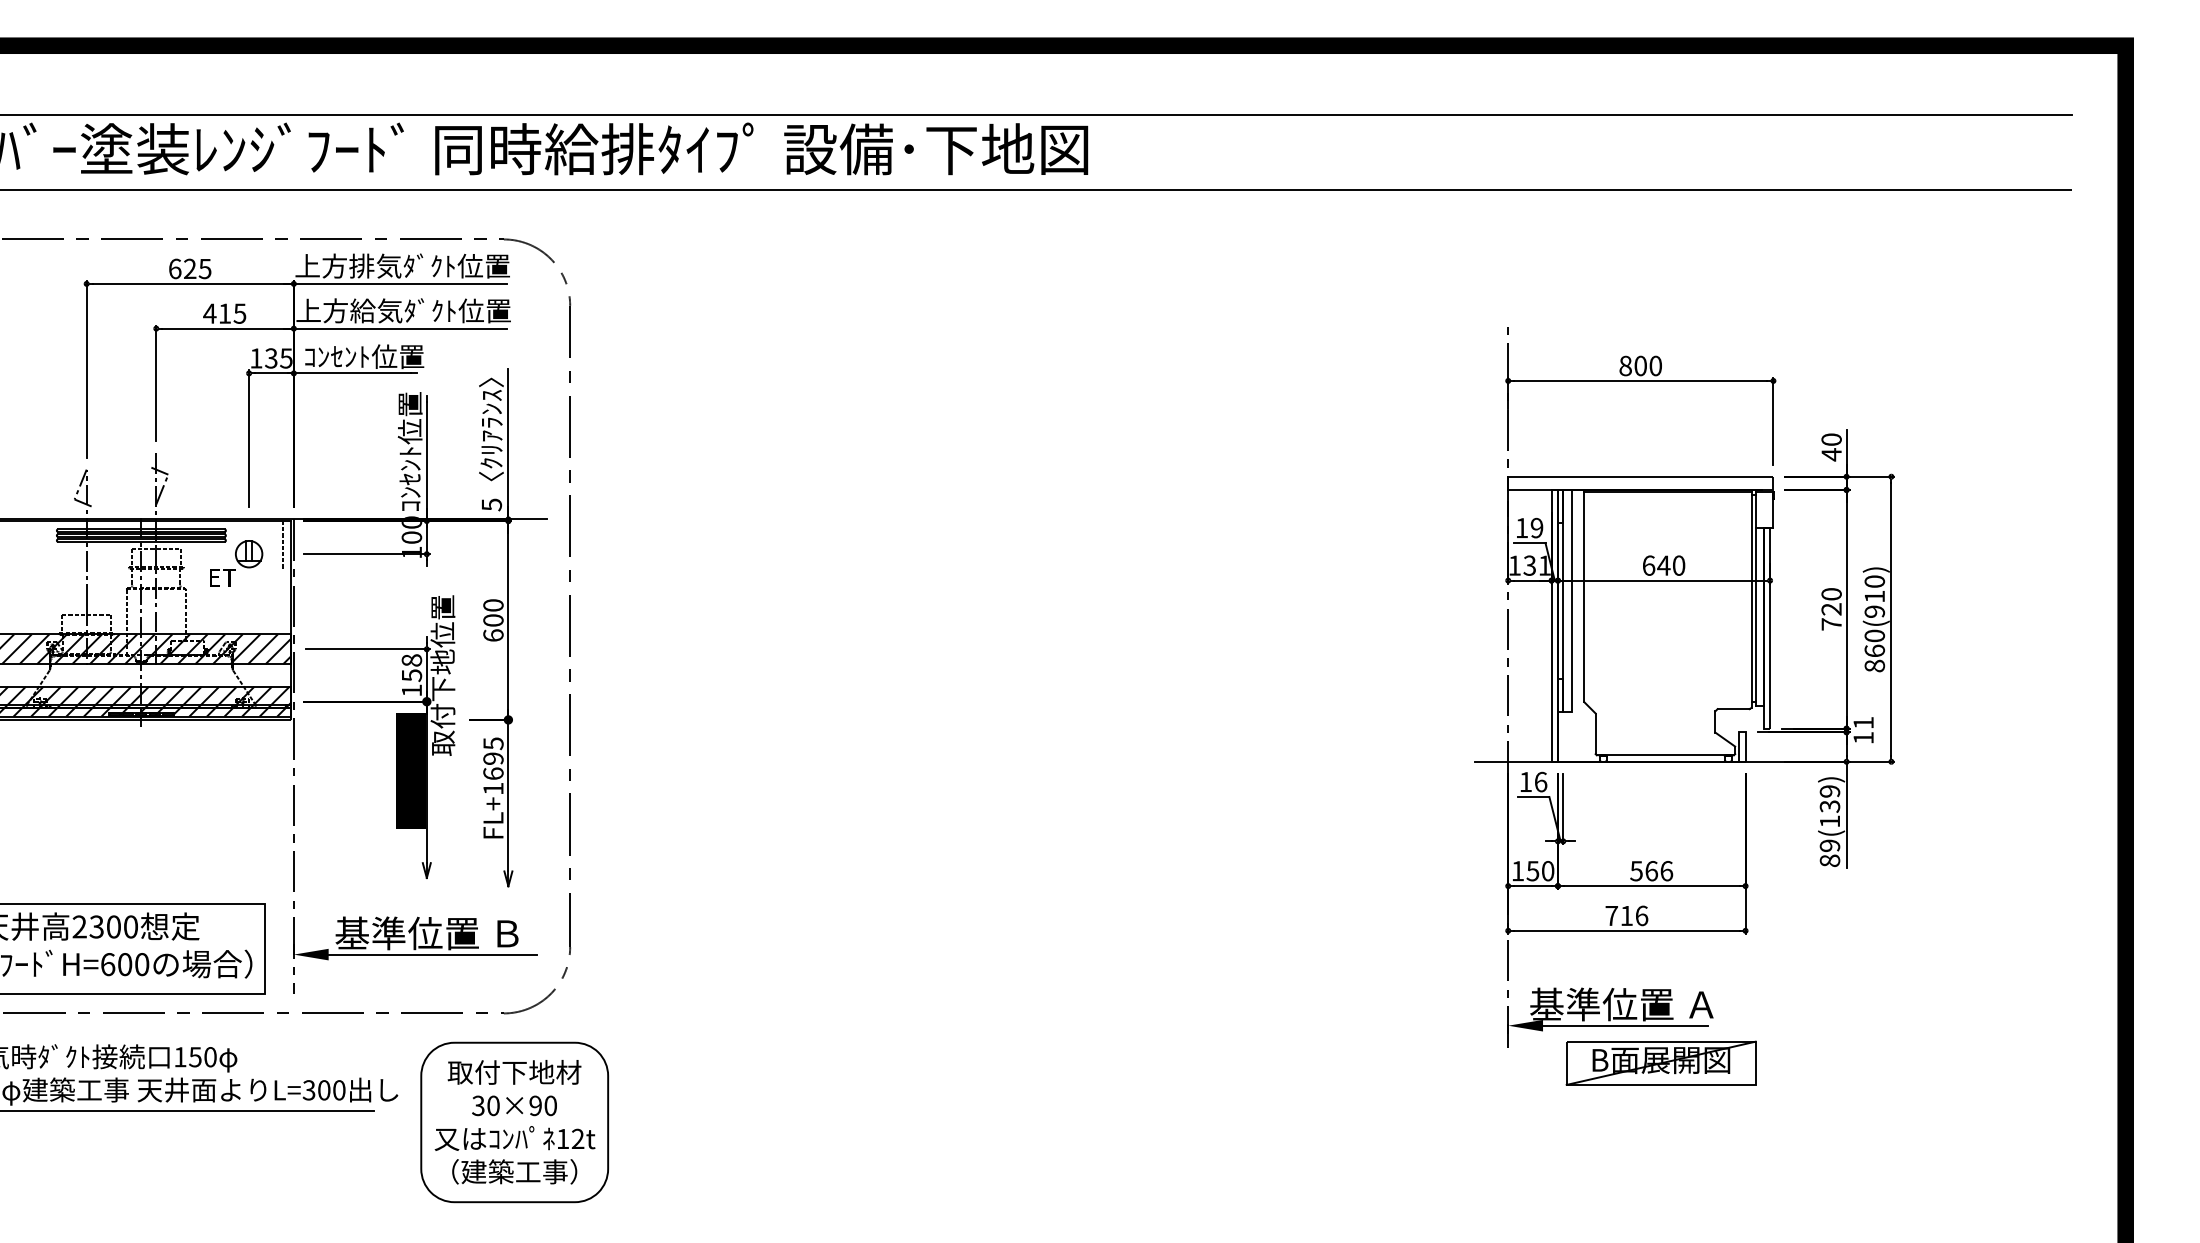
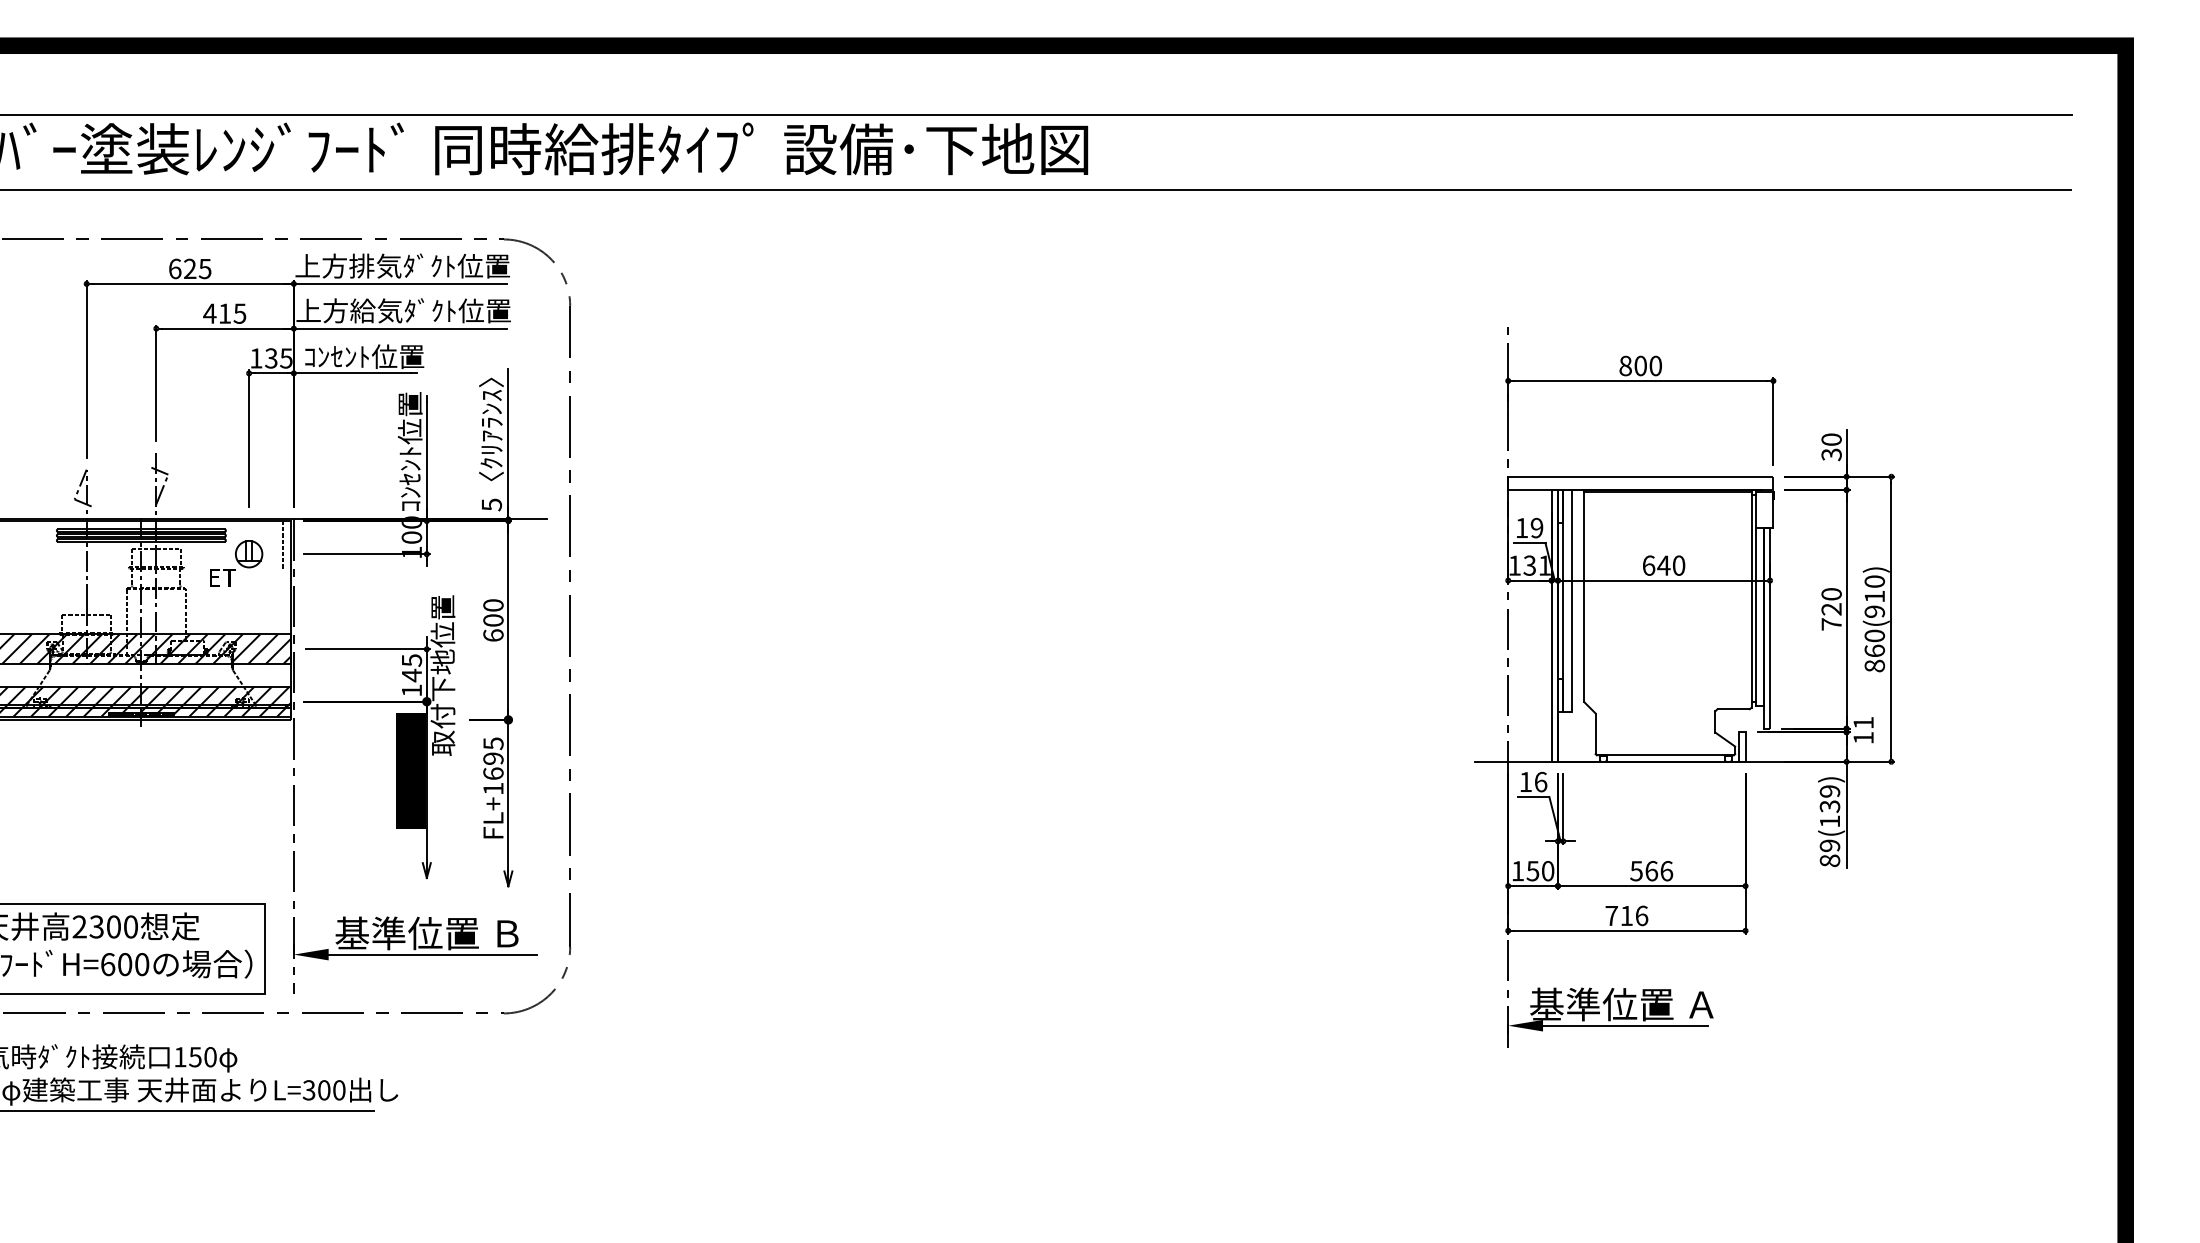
text at (1831, 454): 40 -> 30
text at (411, 668): 158 -> 145
part at (1660, 1062): present -> none
part at (514, 1122): present -> none
